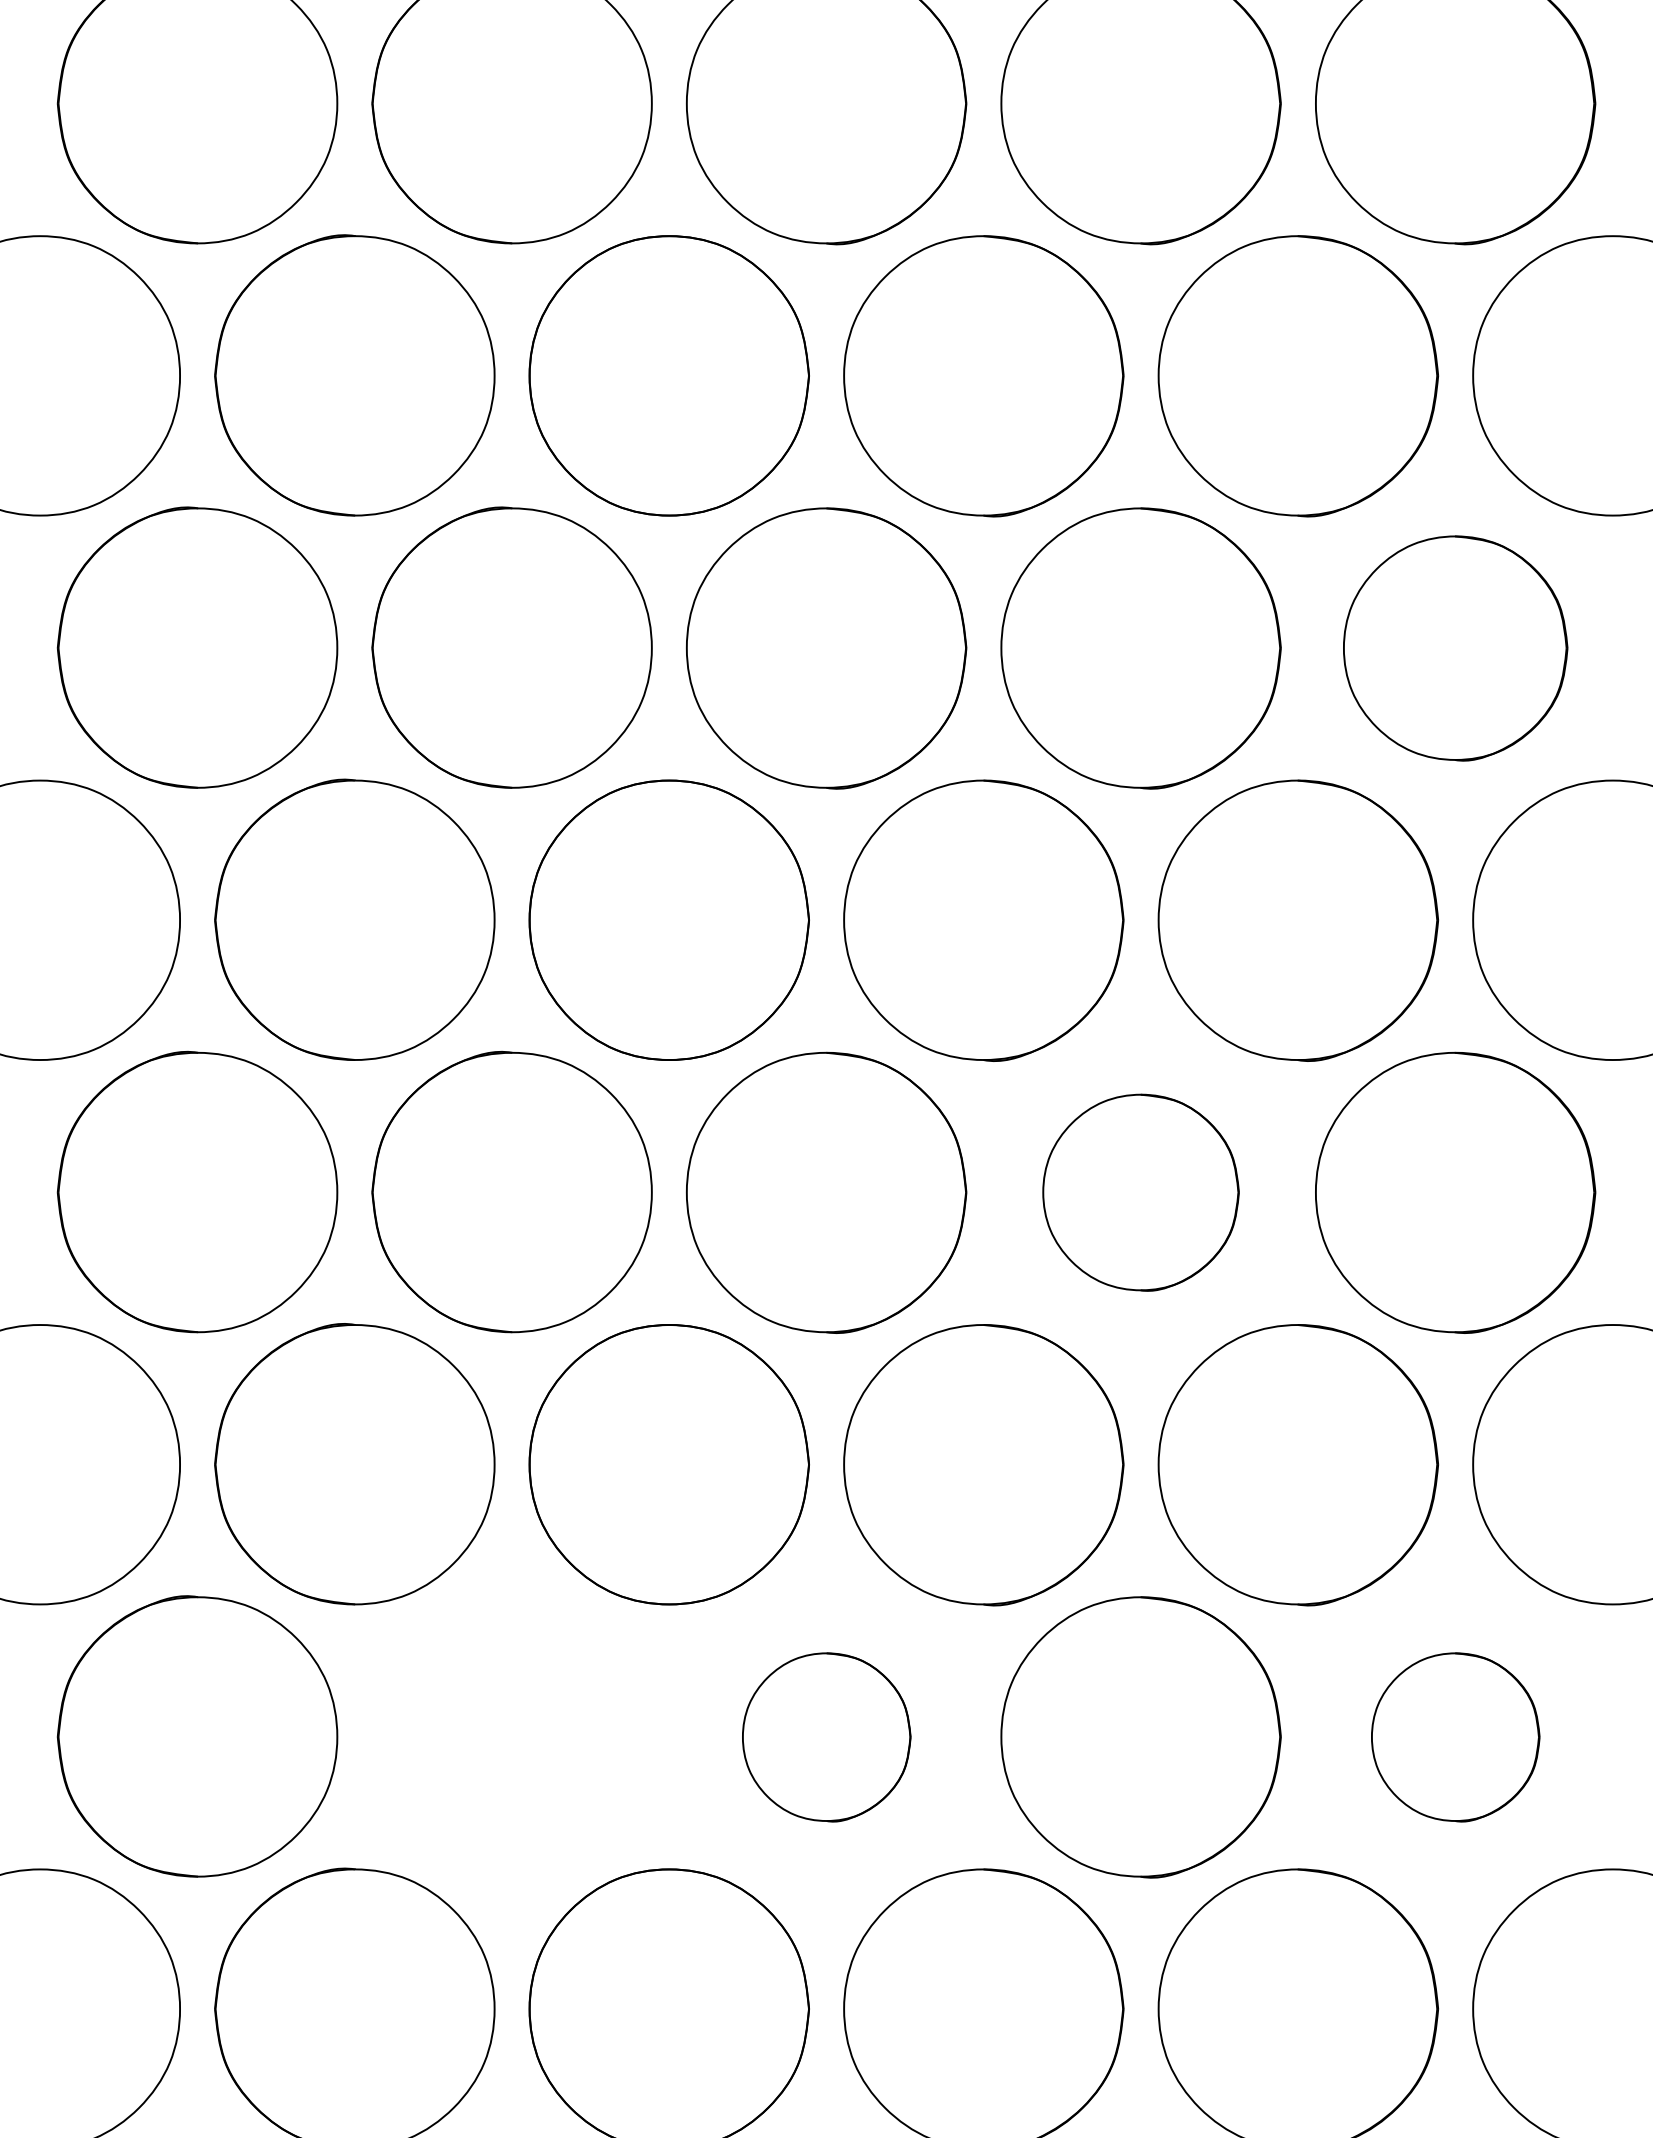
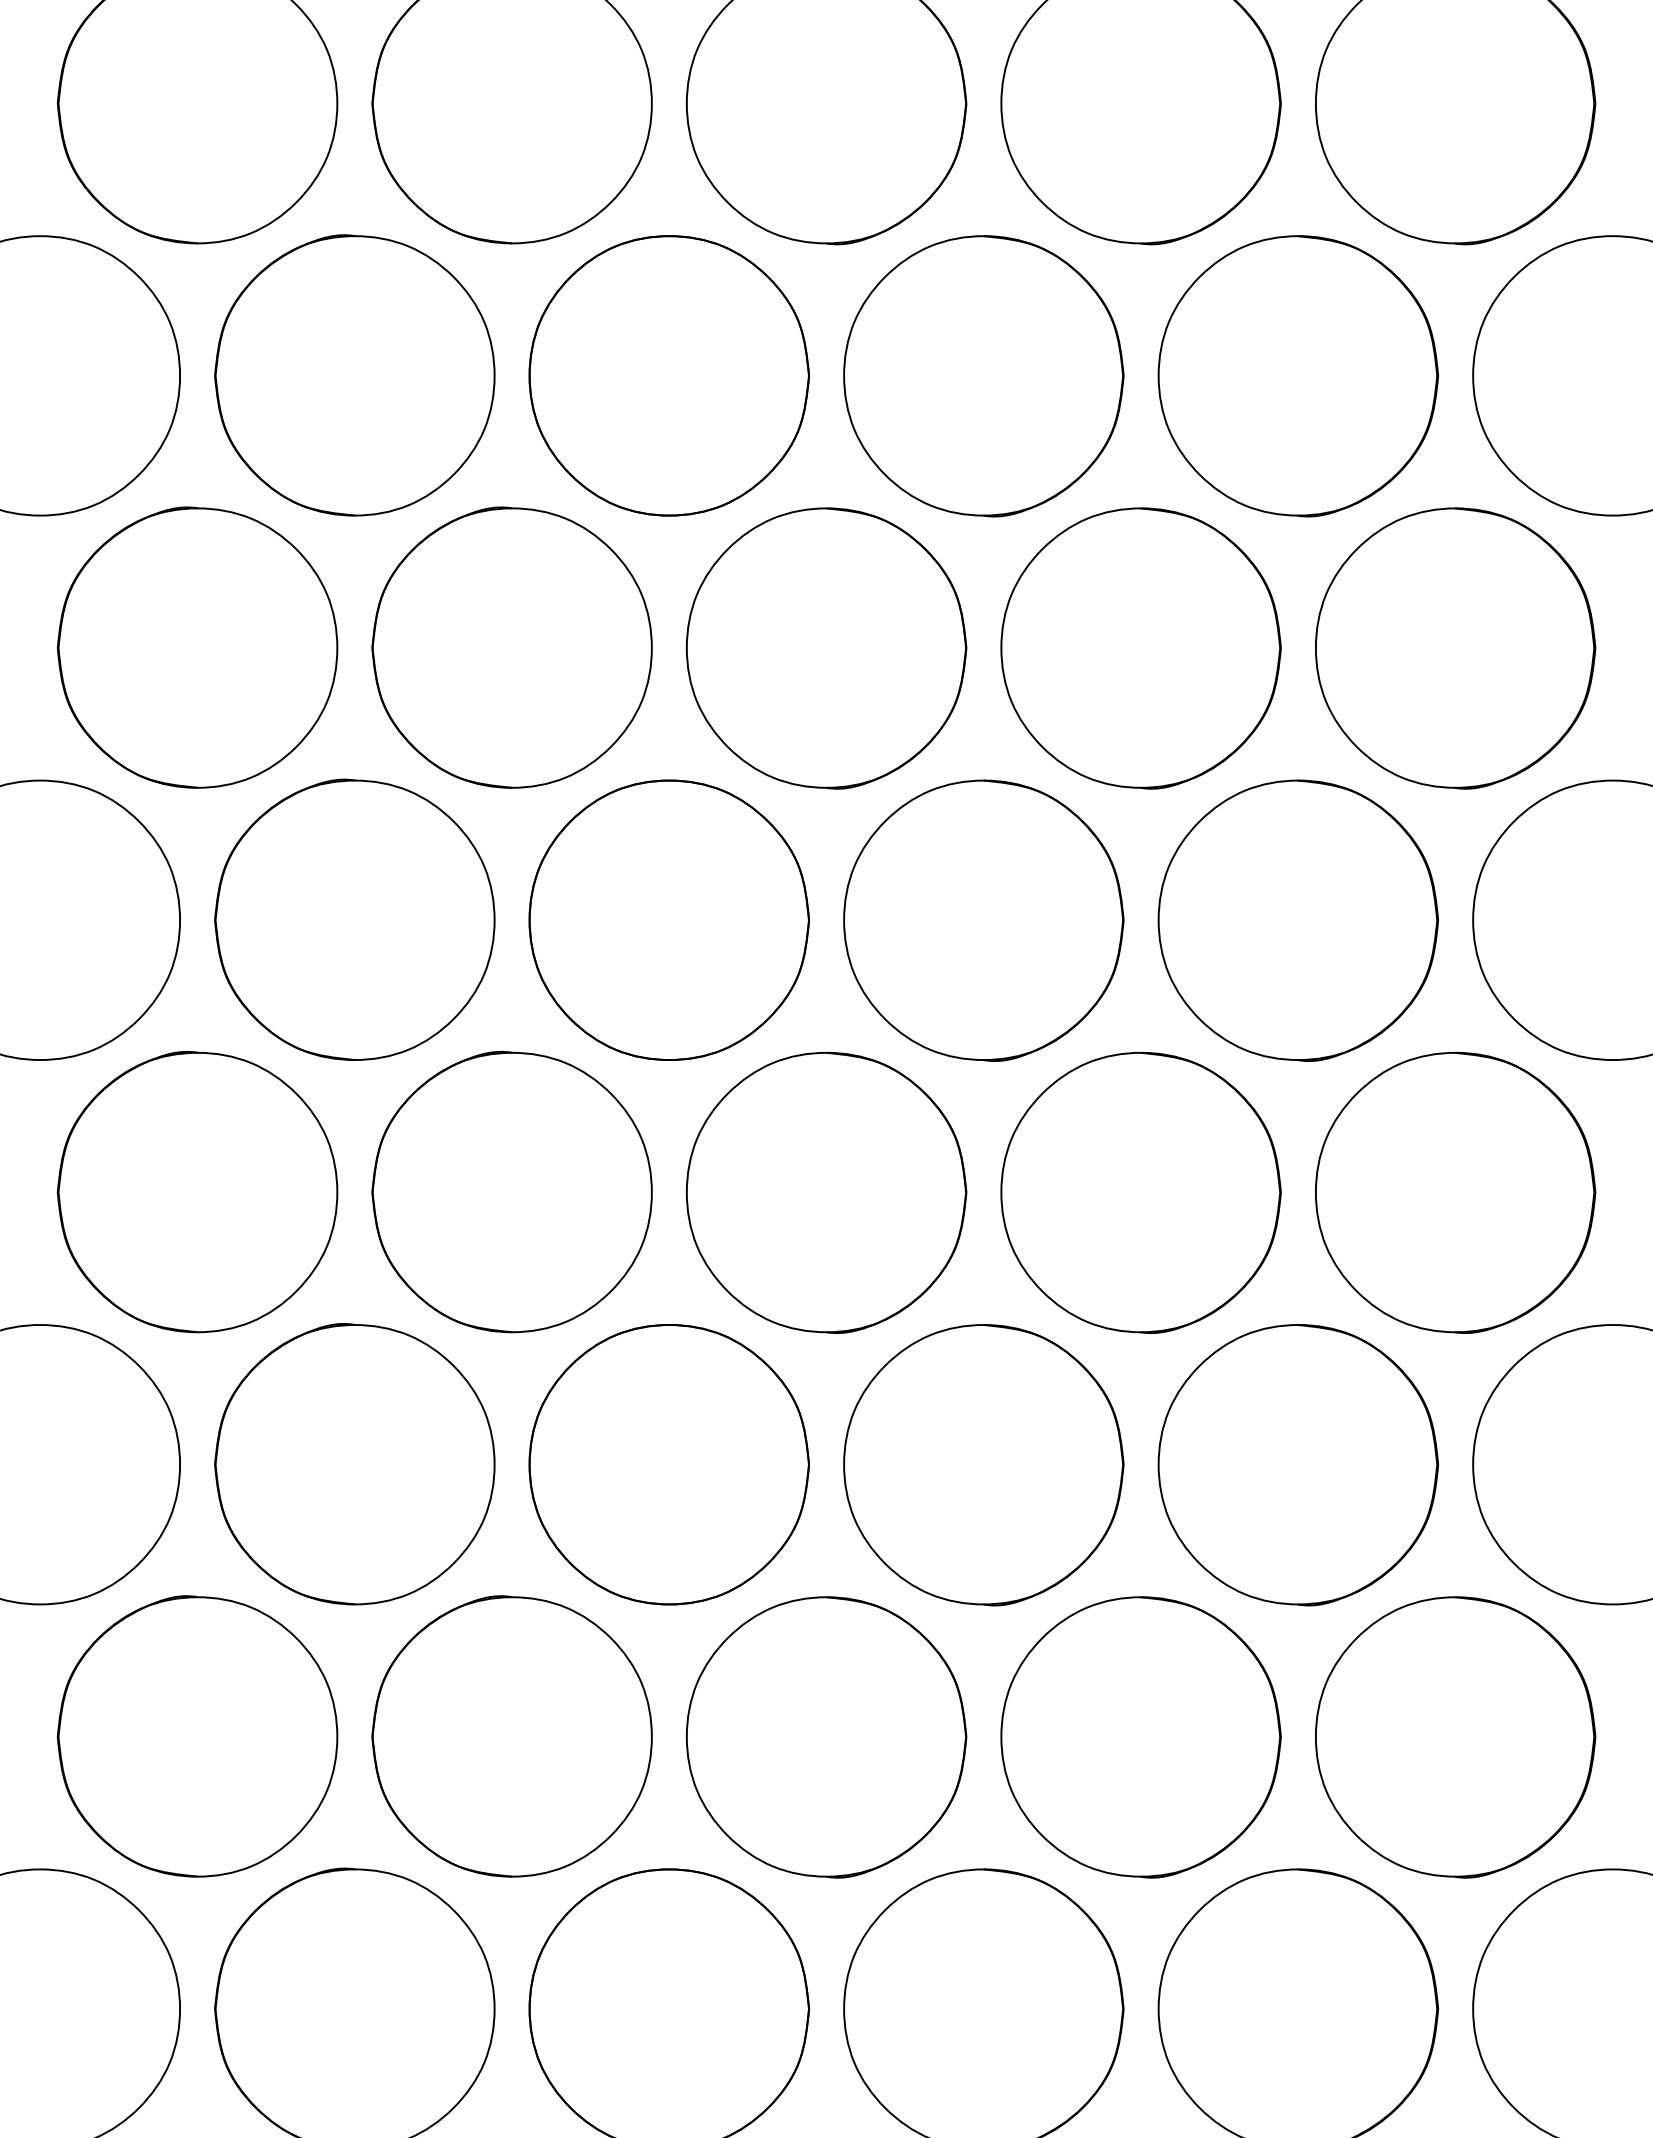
part at (1455, 648) size: 226x227 px -> 282x283 px
part at (1140, 1192) size: 198x199 px -> 282x283 px
part at (511, 1736): none -> present
part at (826, 1737) size: 170x171 px -> 282x283 px
part at (1455, 1737) size: 170x171 px -> 282x283 px
